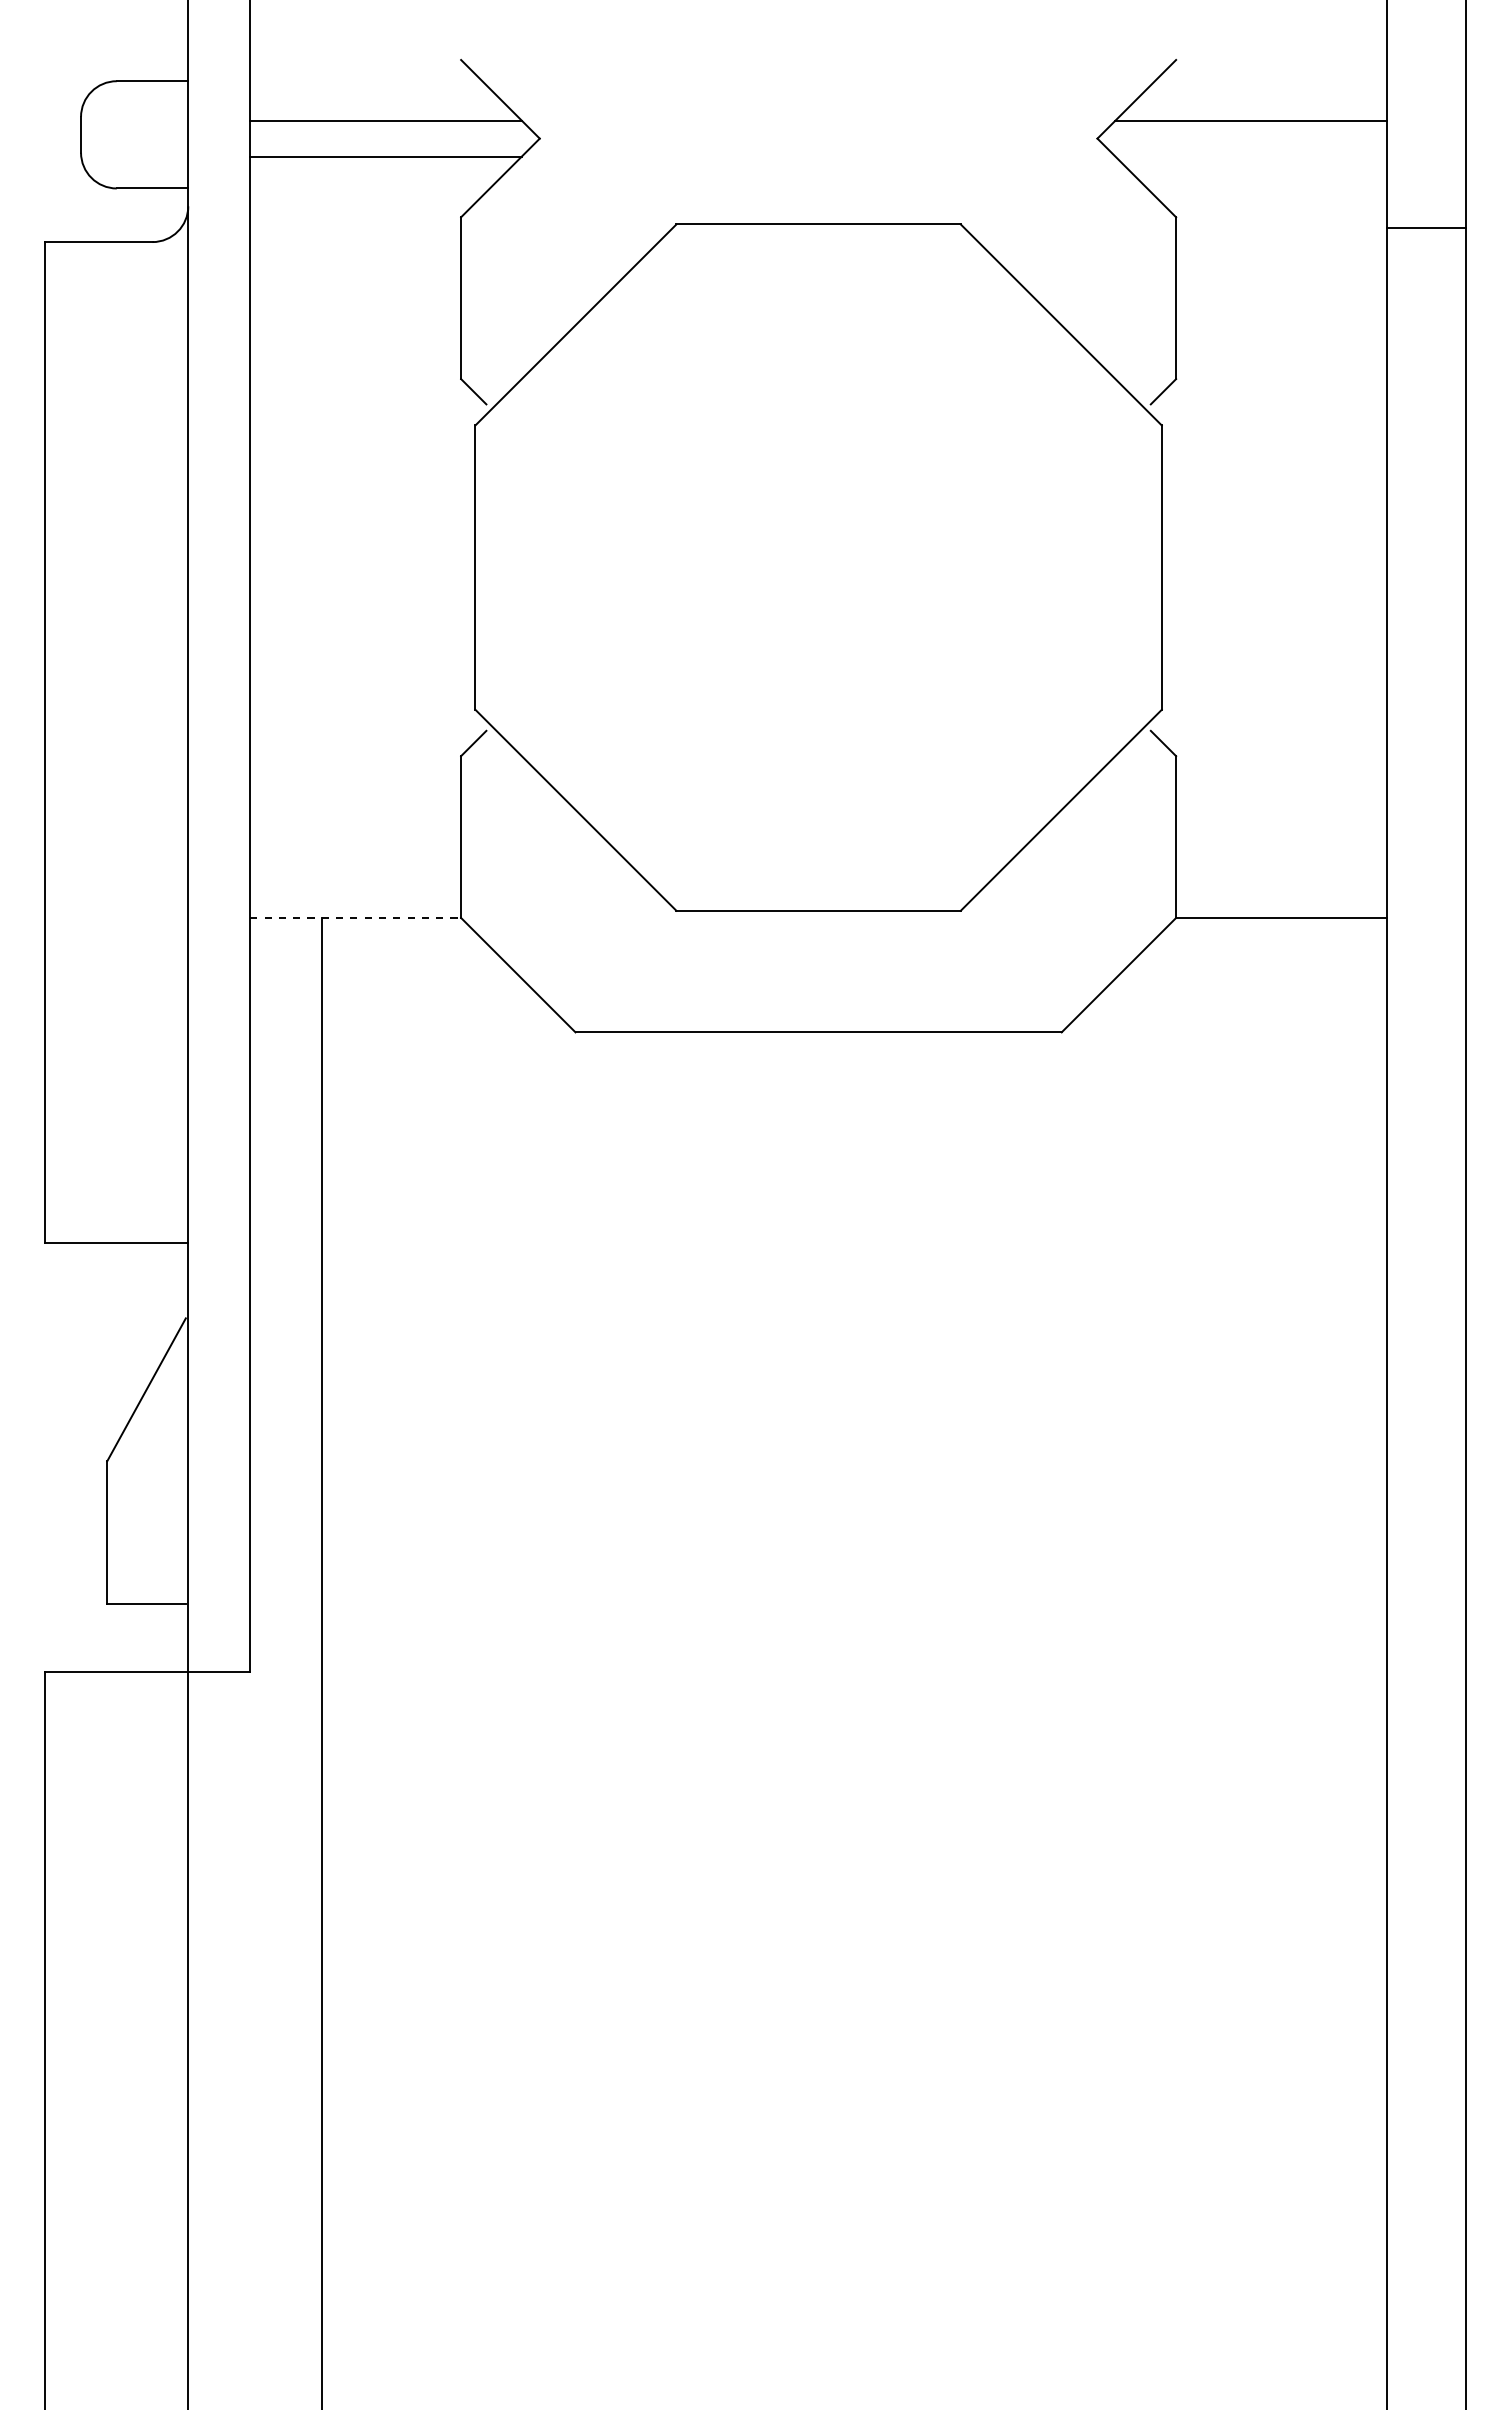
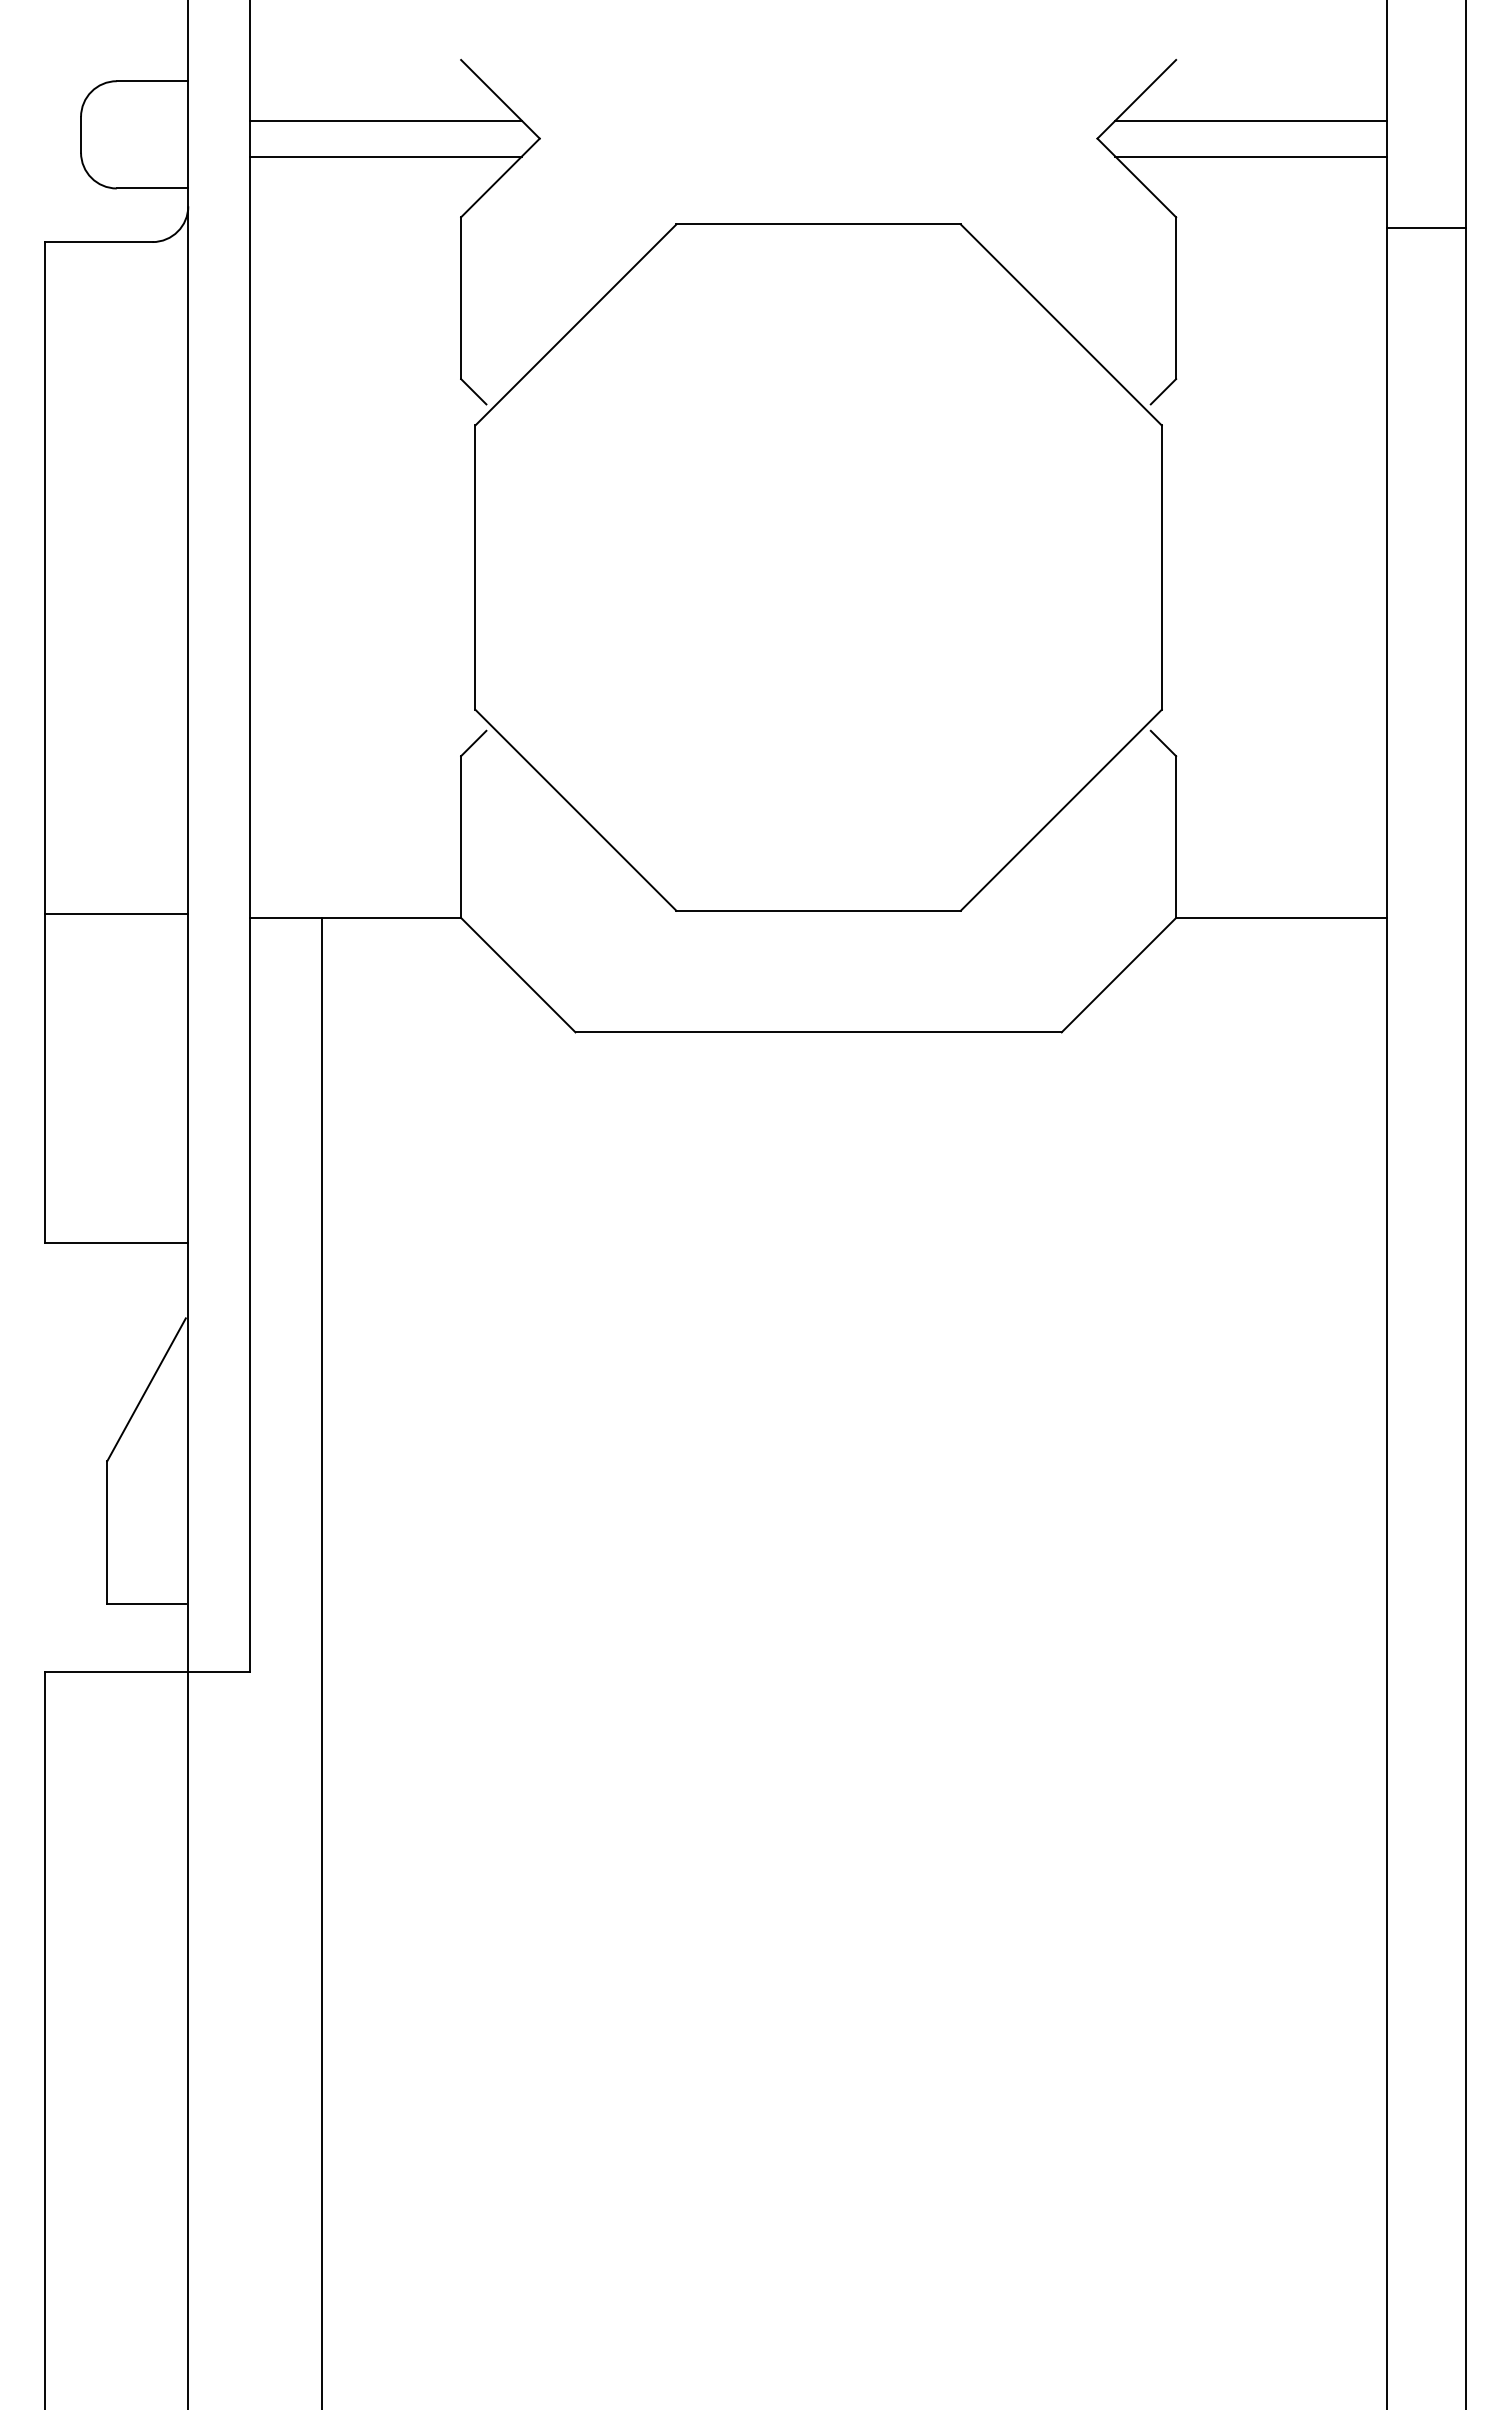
line at (1251, 156): none -> present
line at (116, 914): none -> present
line at (356, 917): dashed -> solid
